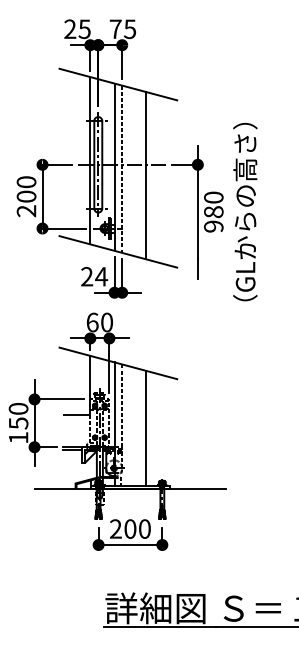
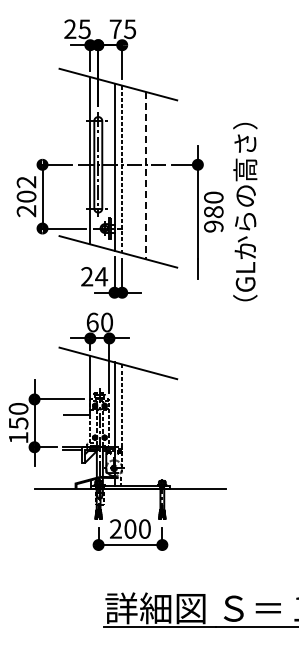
line at (146, 175): solid -> dashed
text at (26, 182): 200 -> 202
line at (146, 427): present -> none
